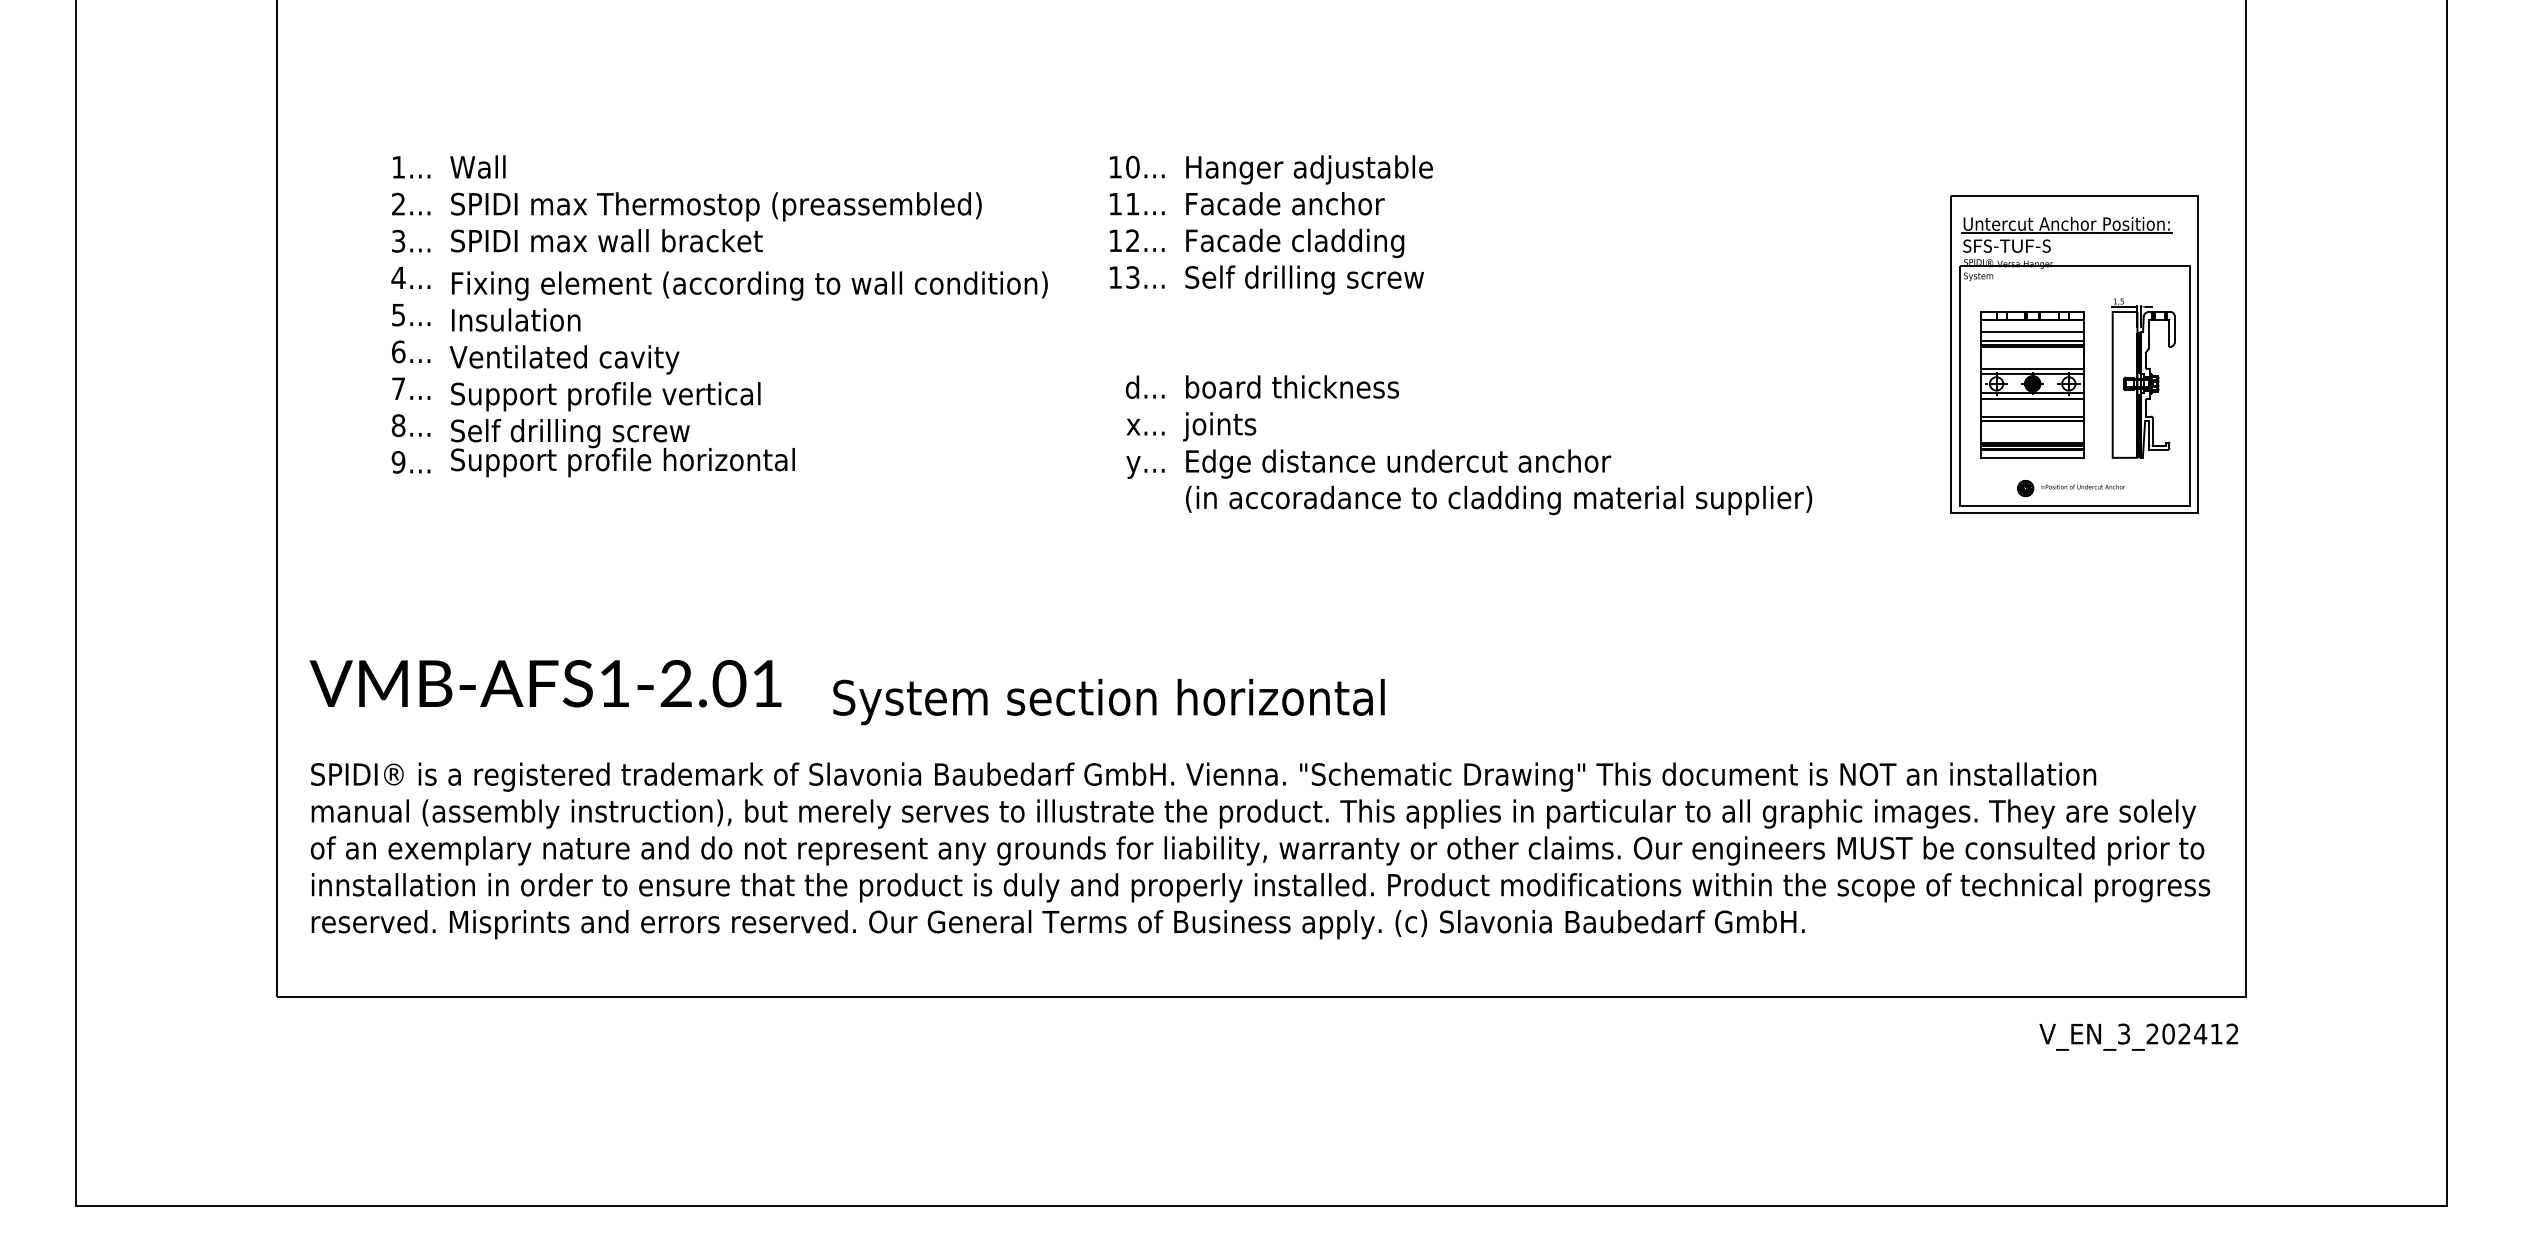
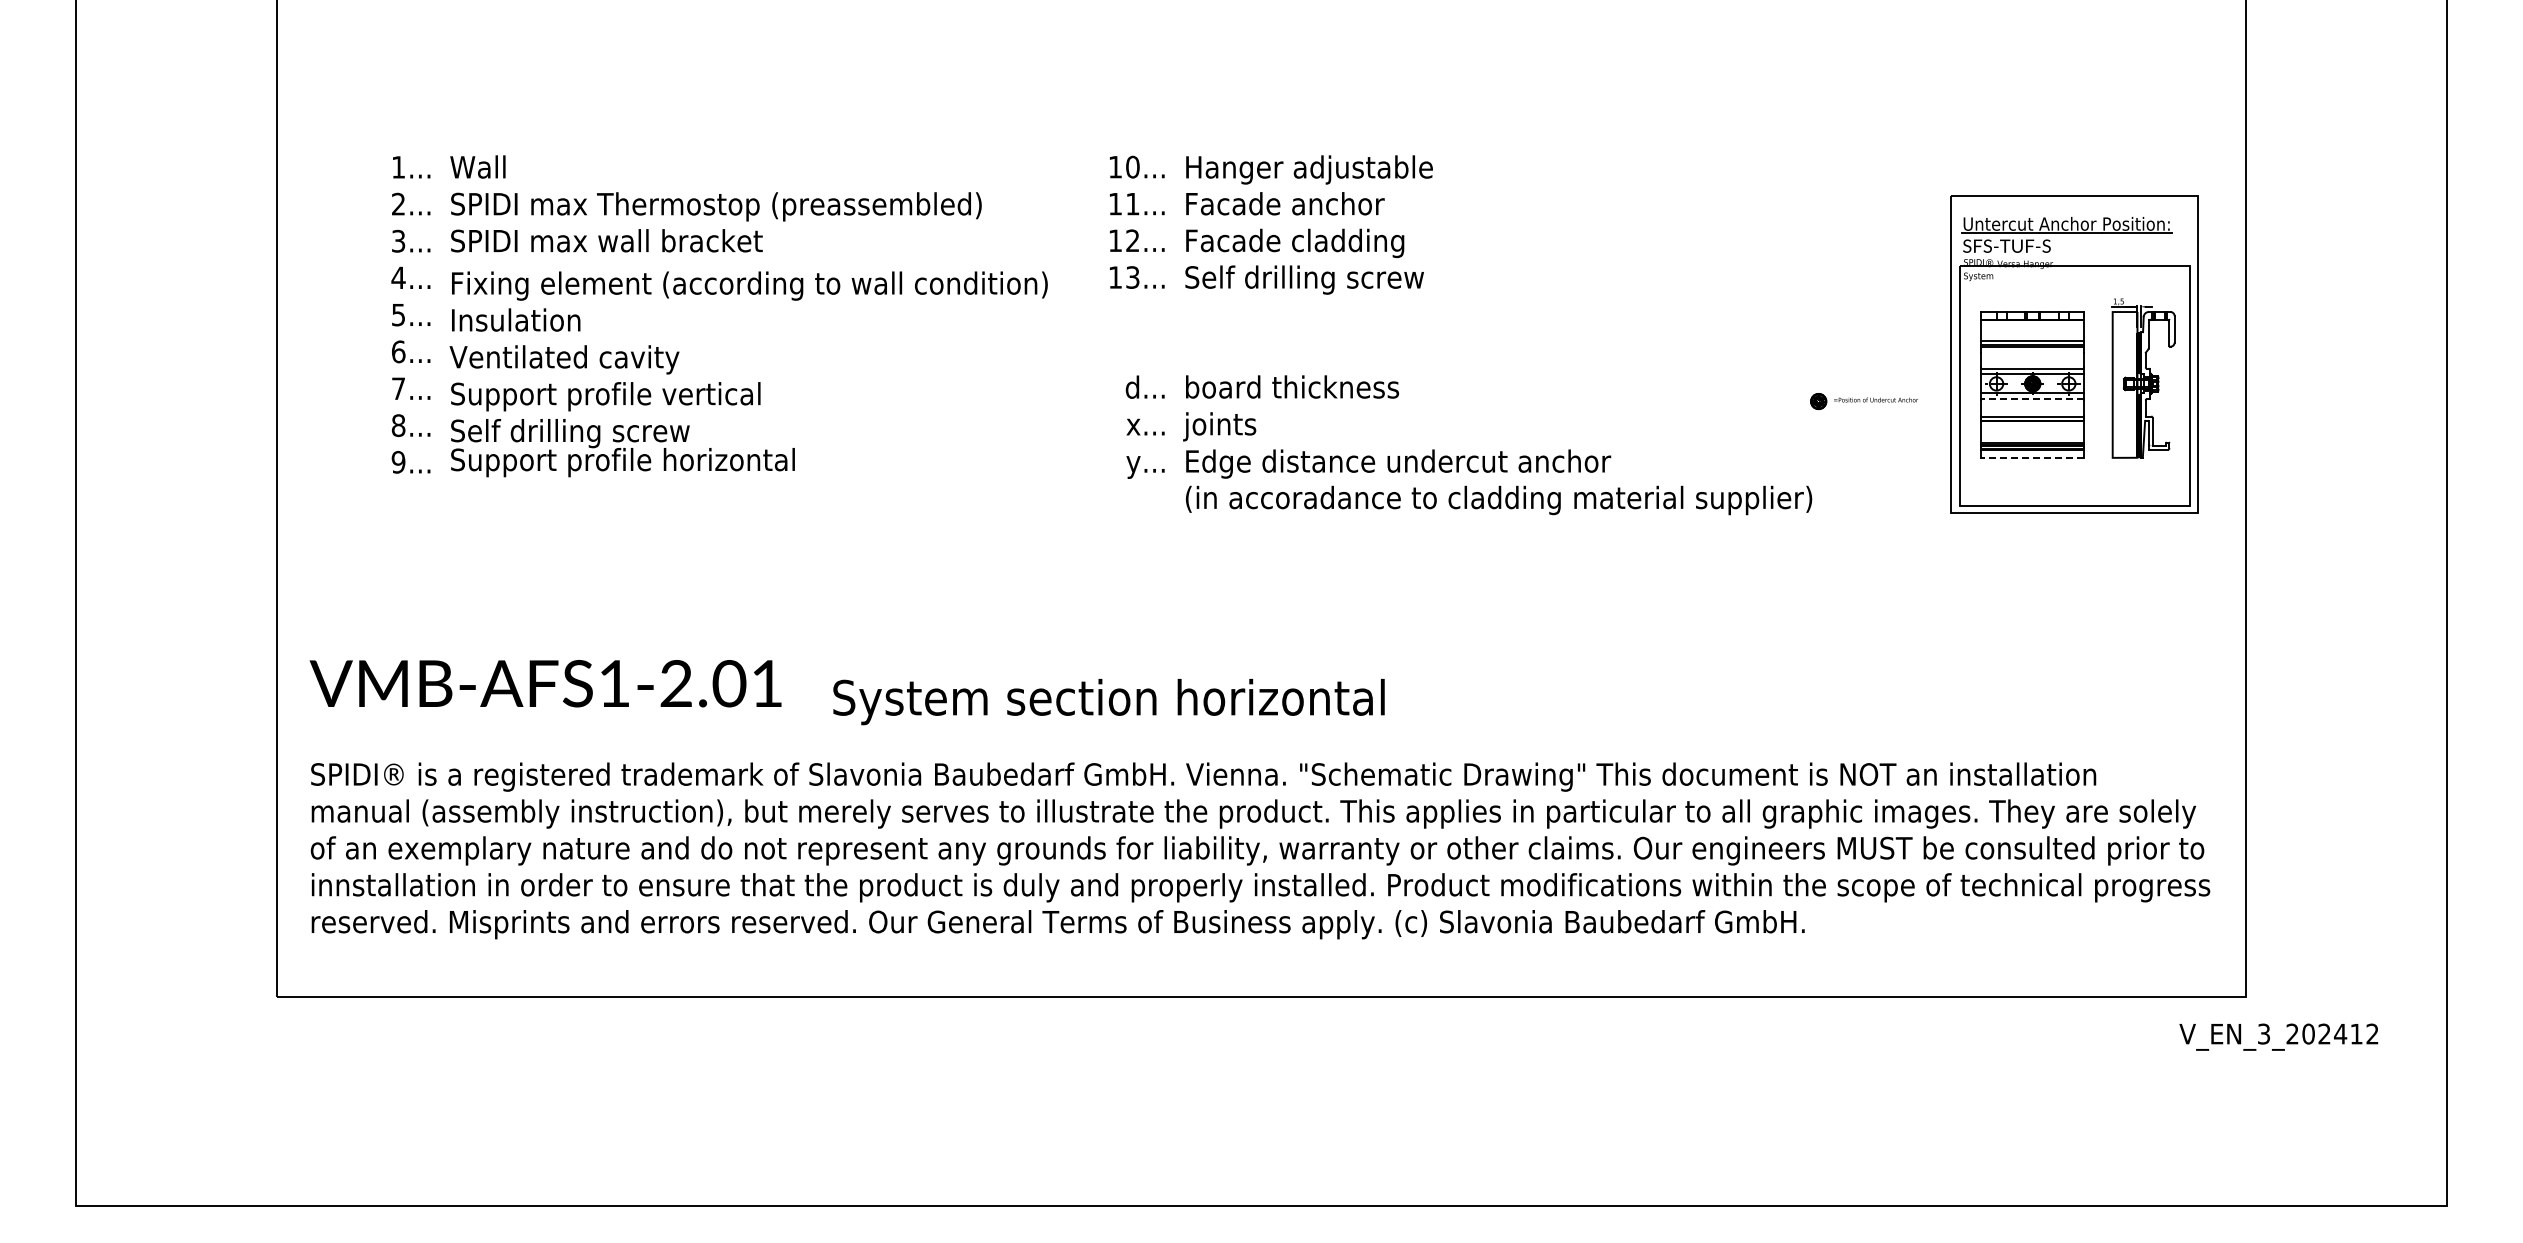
line at (2032, 332): present -> none
line at (2032, 399): solid -> dashed
line at (2032, 457): solid -> dashed
part at (2070, 488) position: (2070, 488) -> (1863, 401)
text at (2138, 1036) position: (2138, 1036) -> (2278, 1036)
